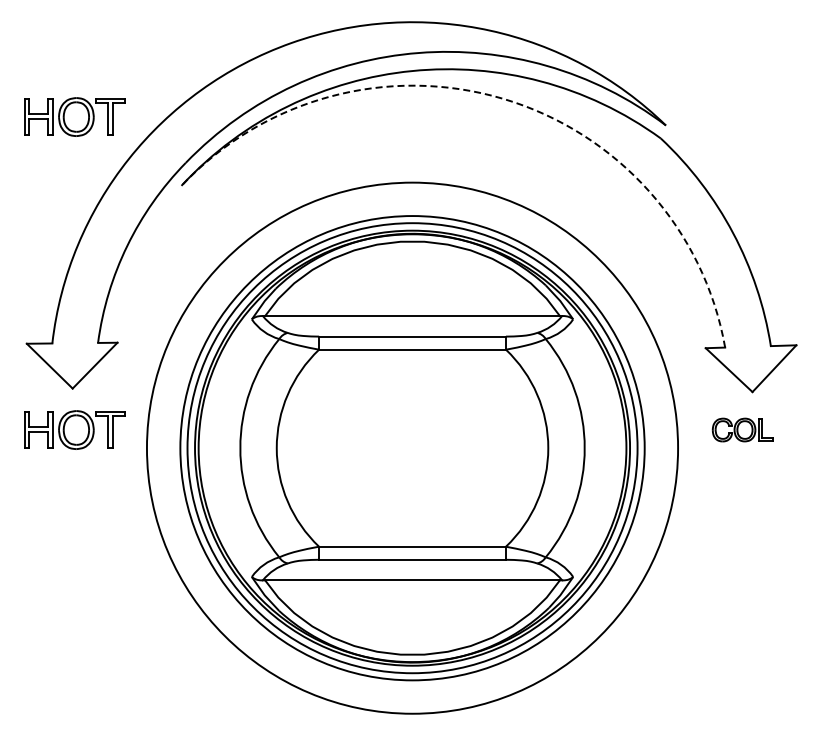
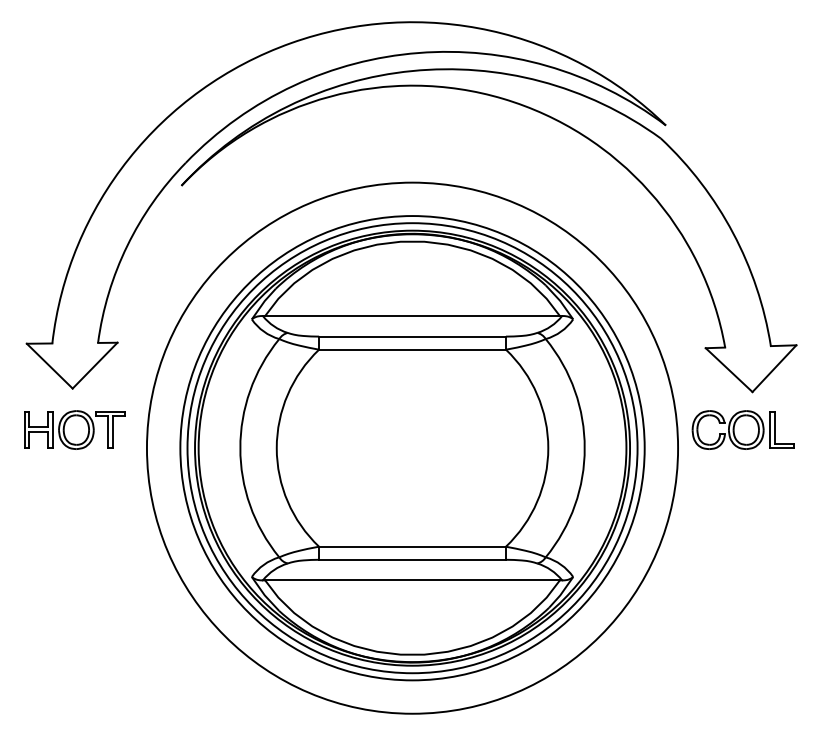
arc at (503, 98): dashed -> solid
part at (74, 116): present -> none
part at (742, 429) size: 63x26 px -> 104x40 px
